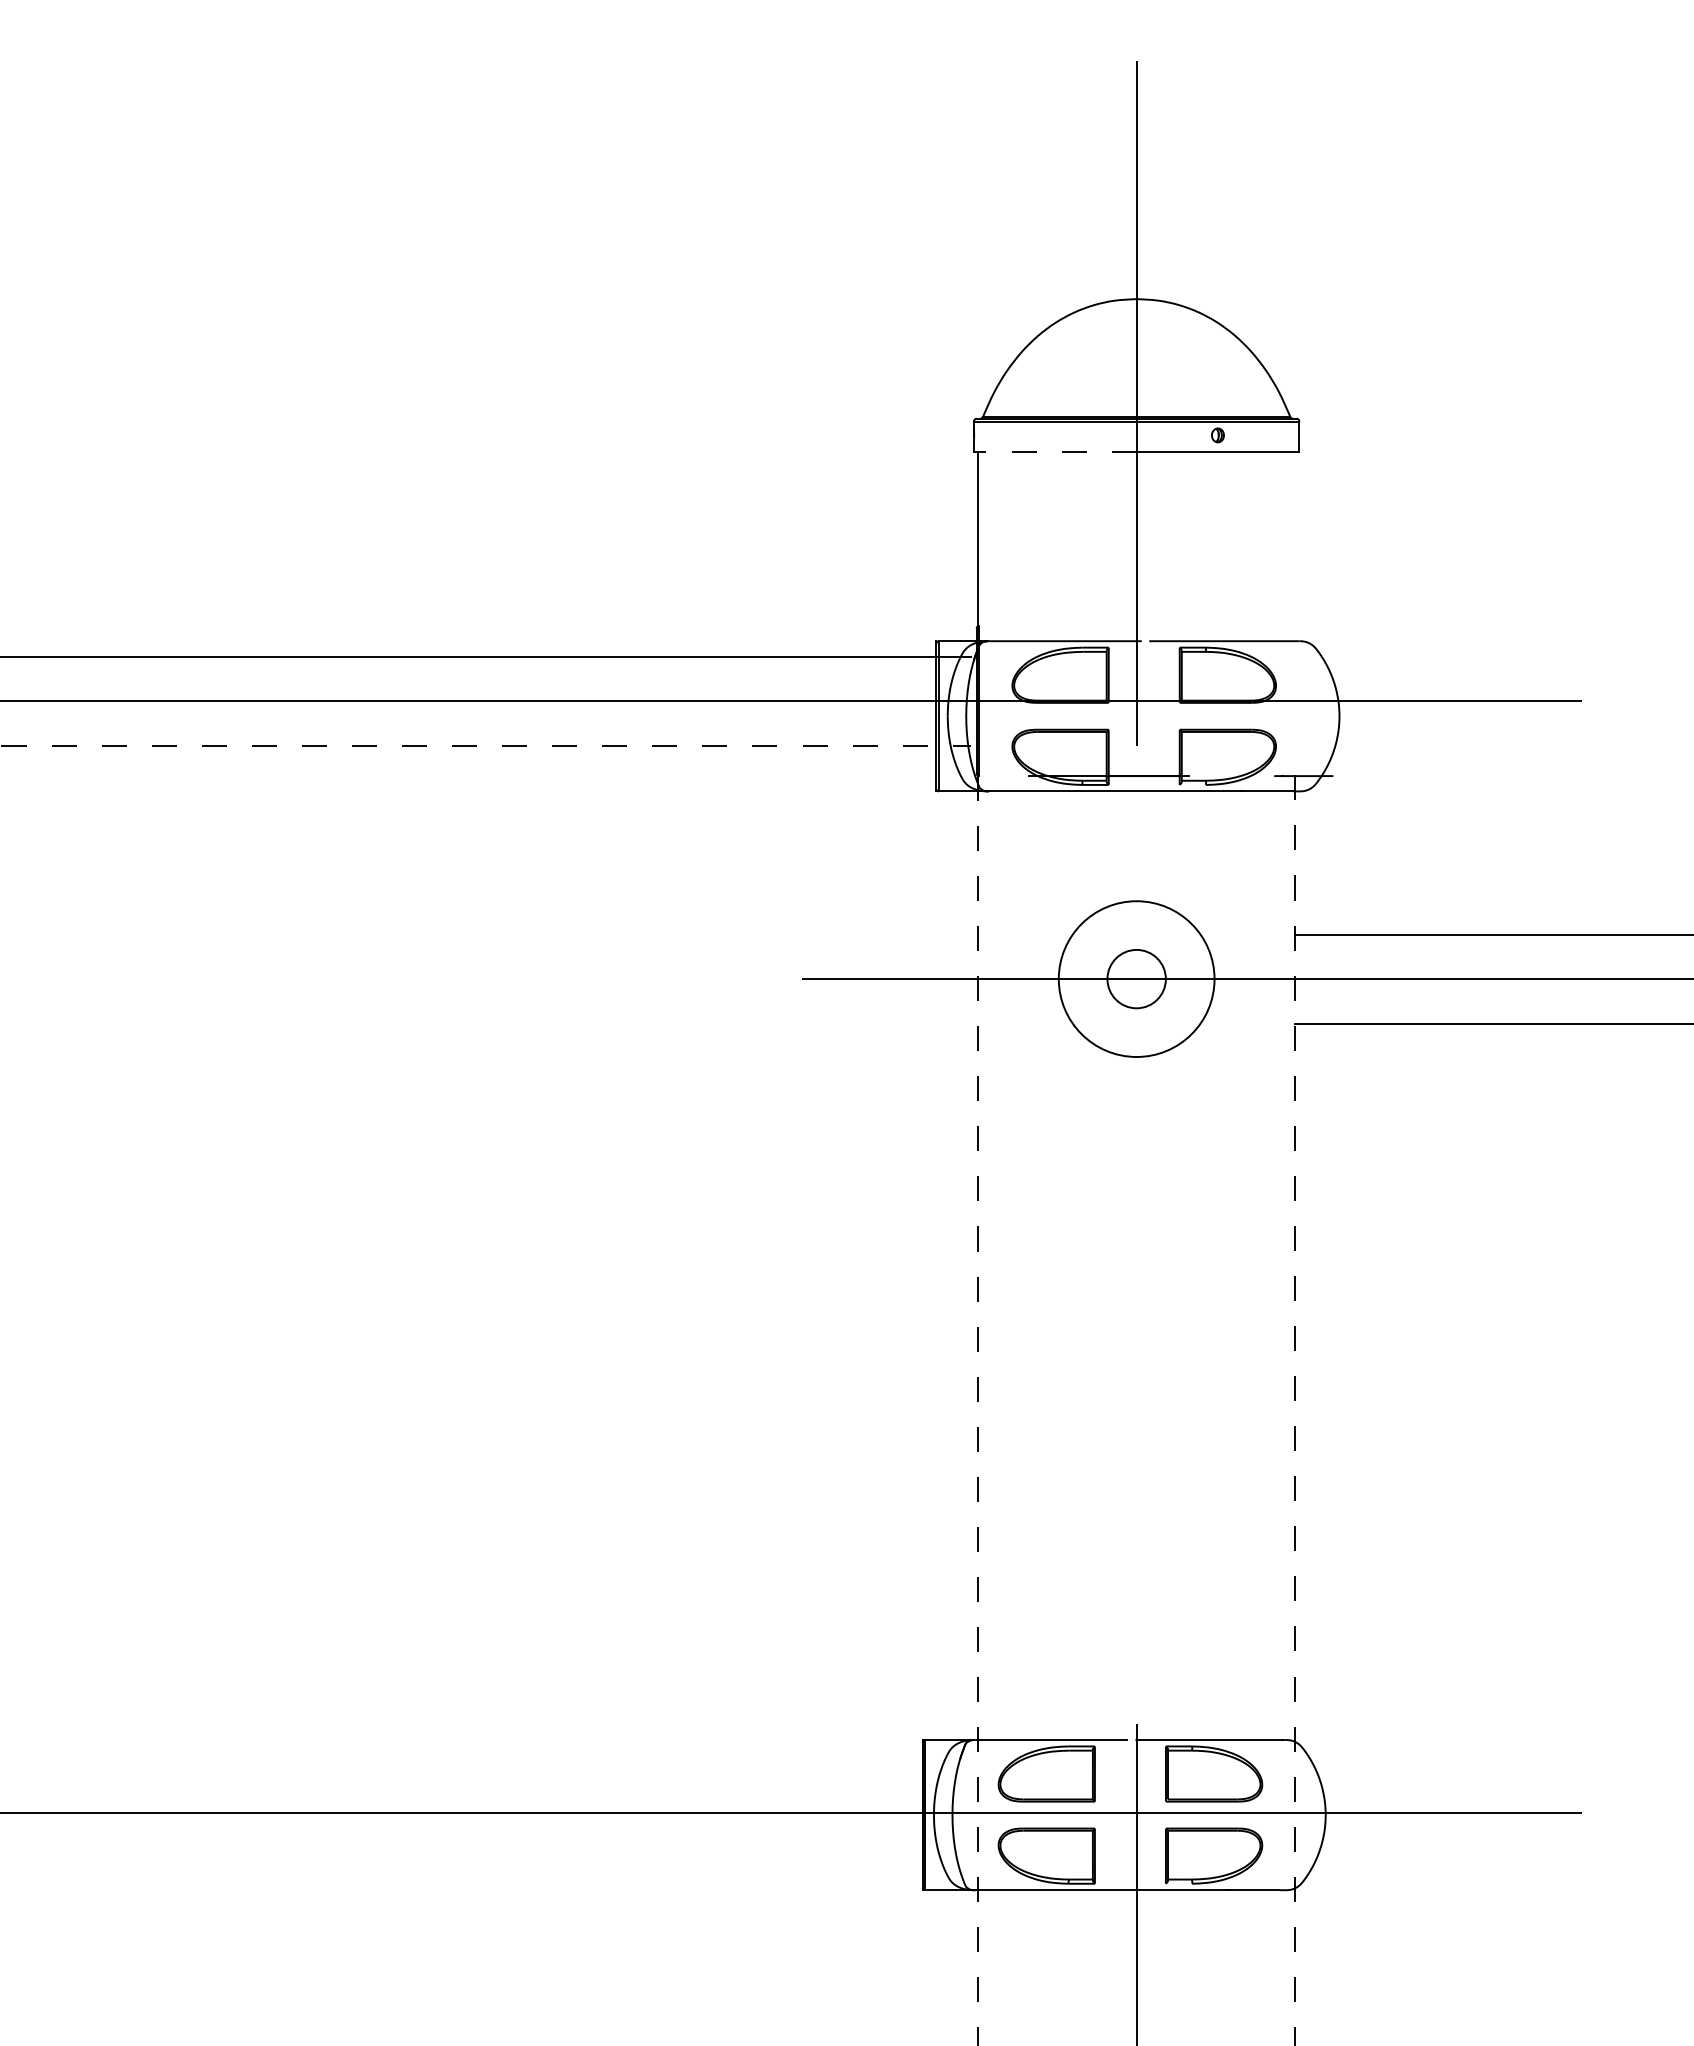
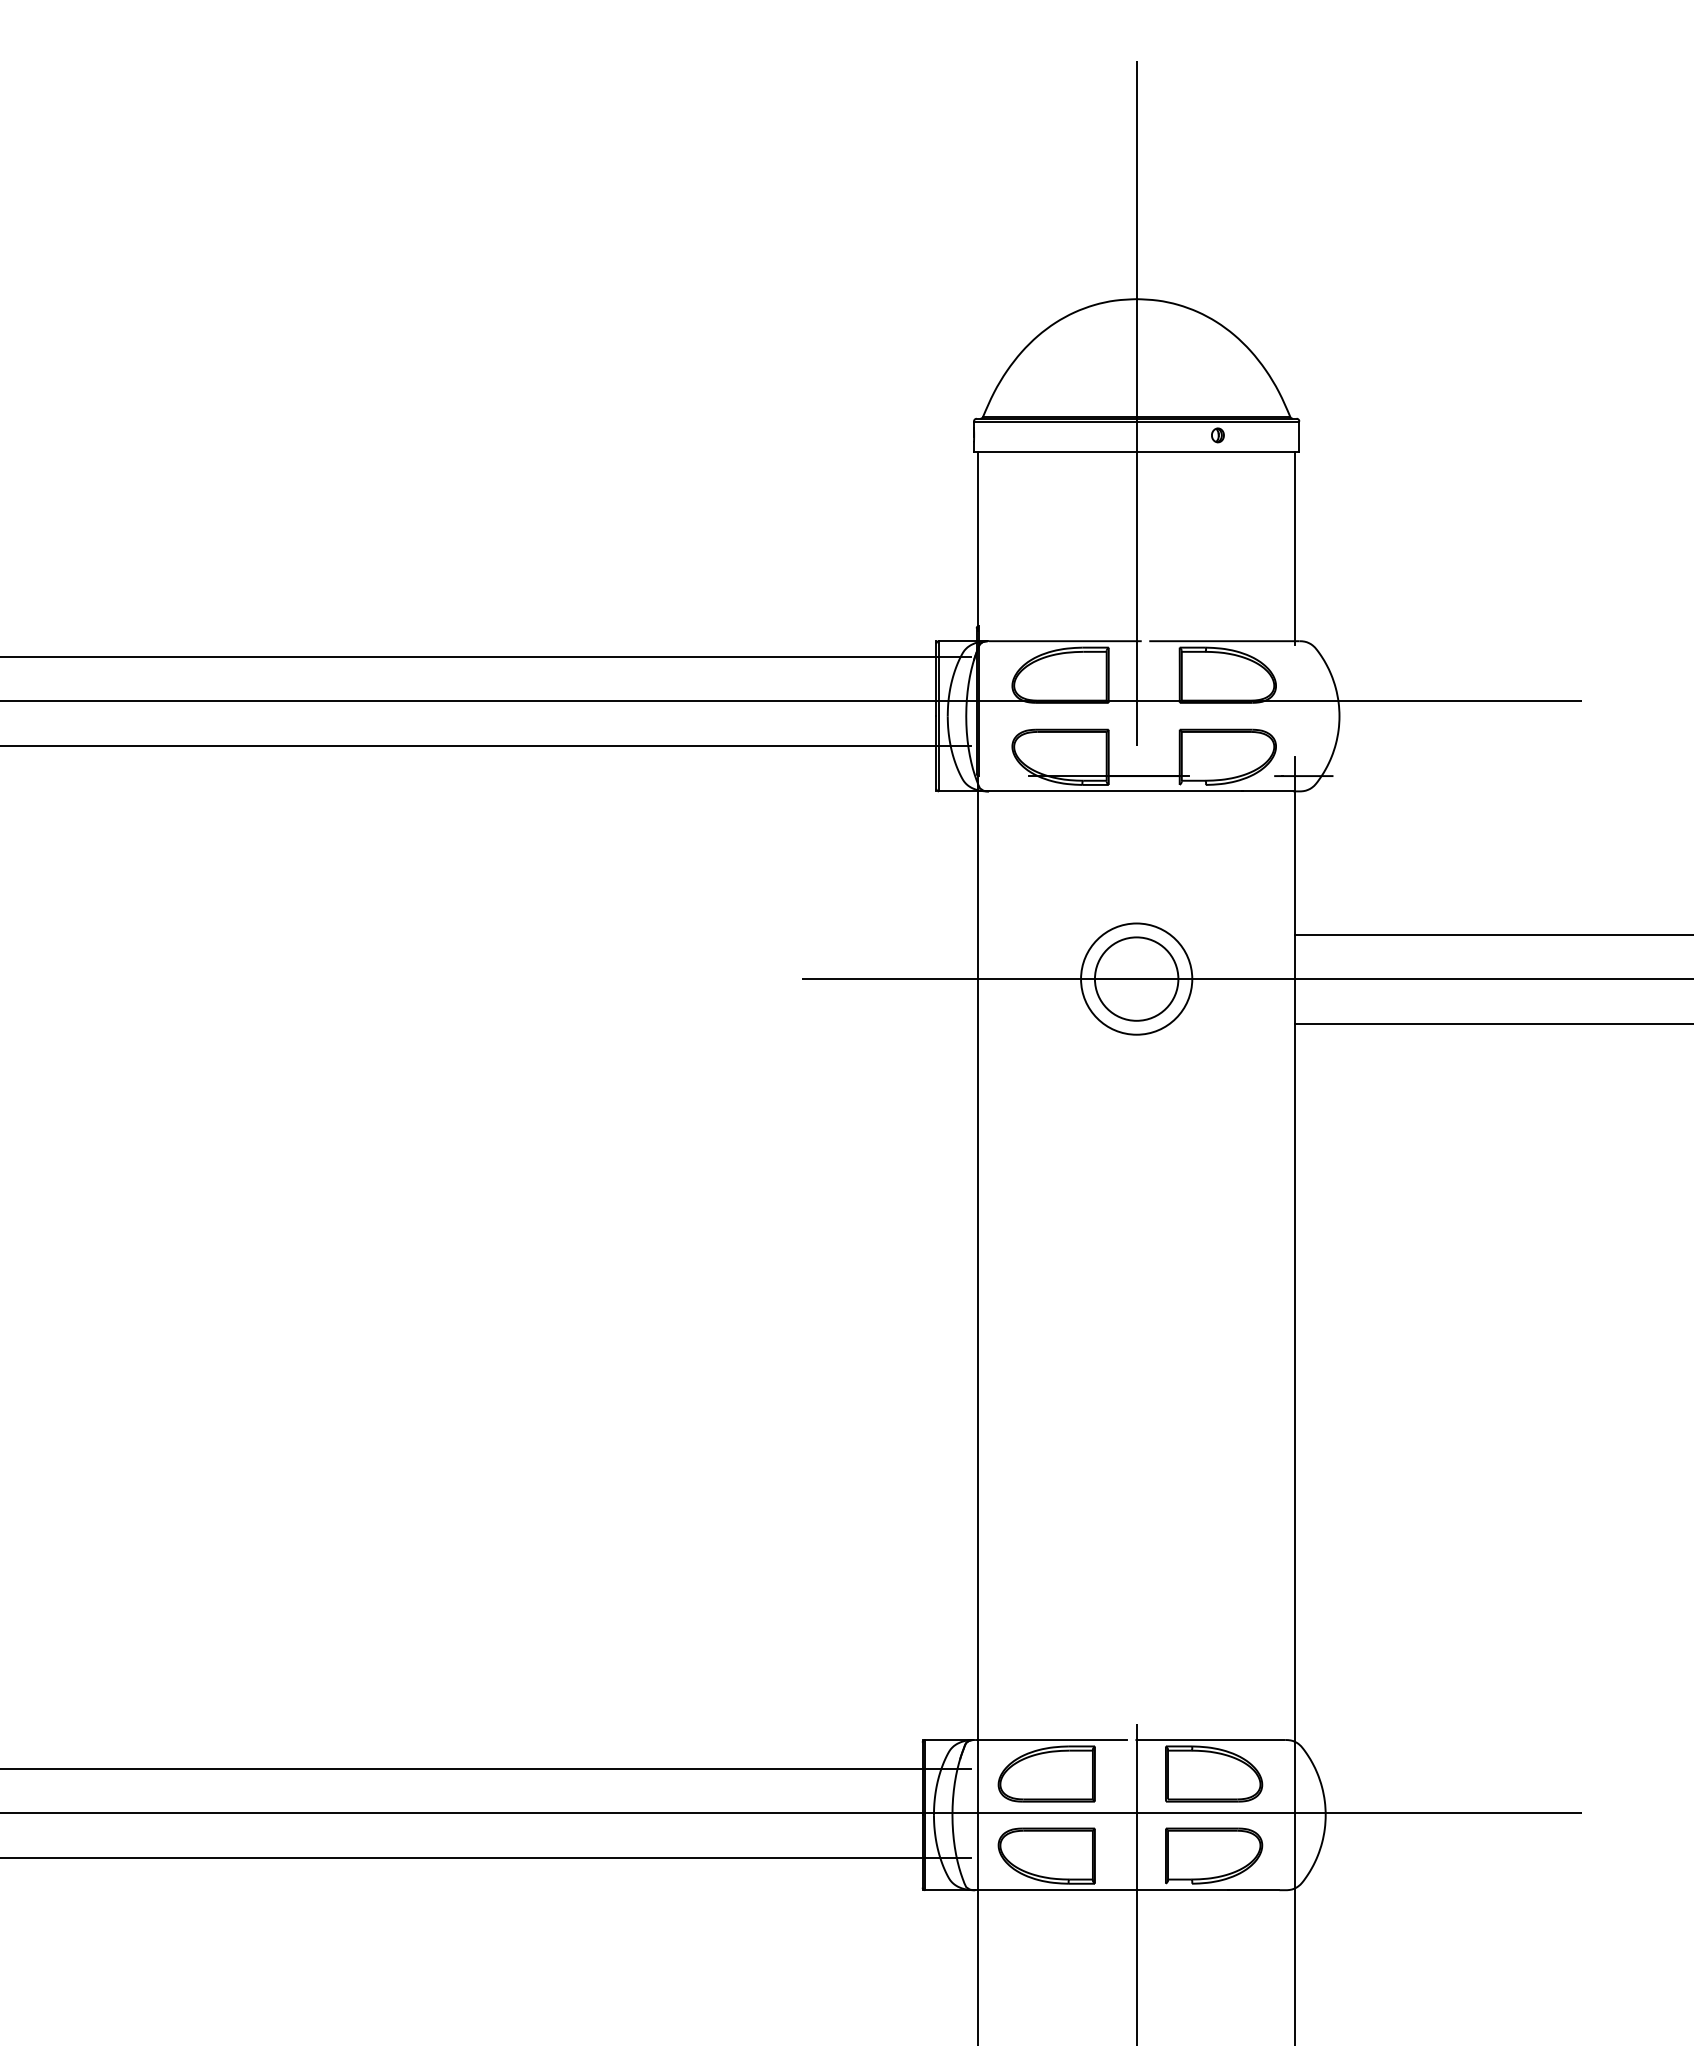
line at (1054, 452): dashed -> solid
line at (1295, 548): none -> present
line at (485, 745): dashed -> solid
circle at (1136, 978) diameter: 156 px -> 111 px
circle at (1136, 978) diameter: 58 px -> 83 px
line at (1295, 1400): dashed -> solid
line at (978, 1410): dashed -> solid
line at (486, 1768): none -> present
line at (486, 1857): none -> present
